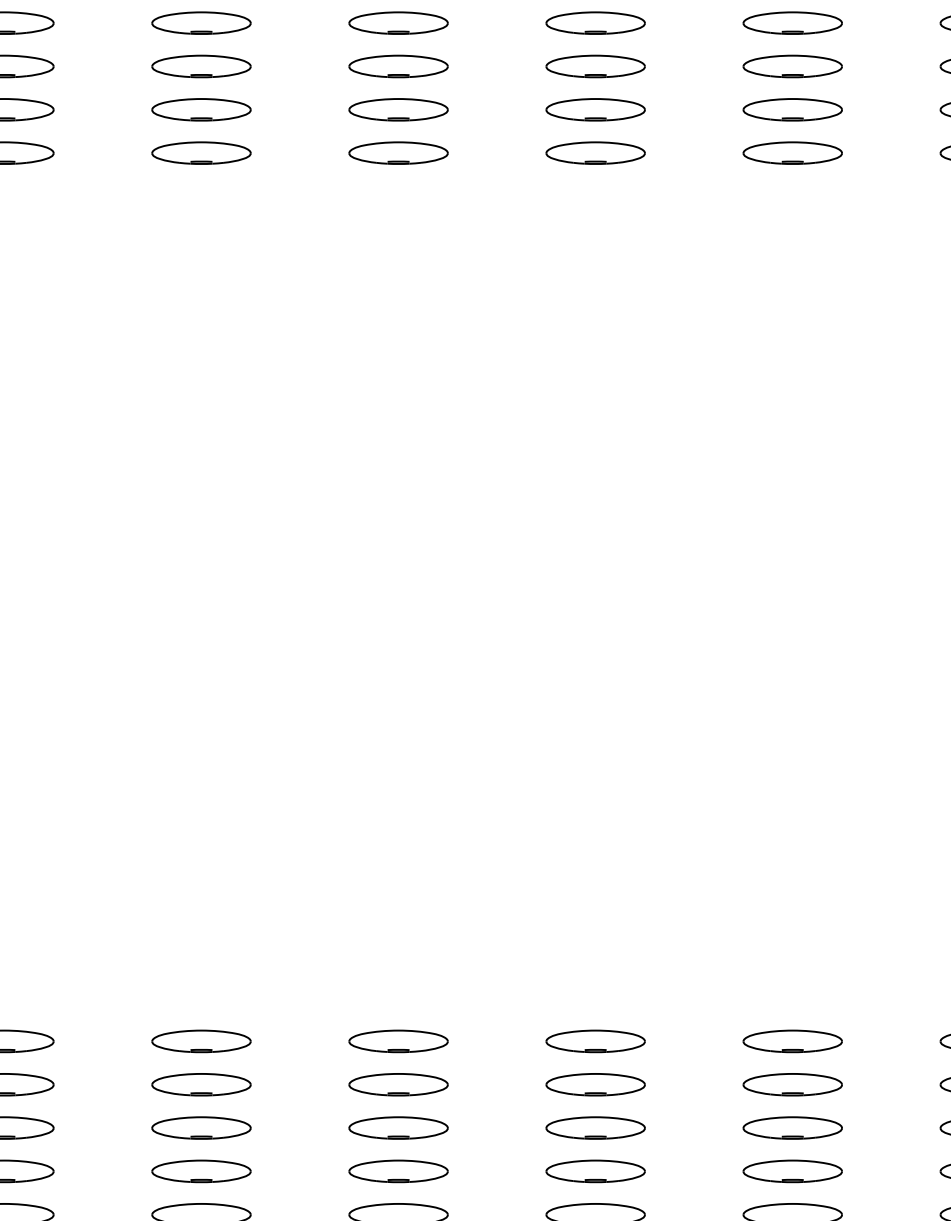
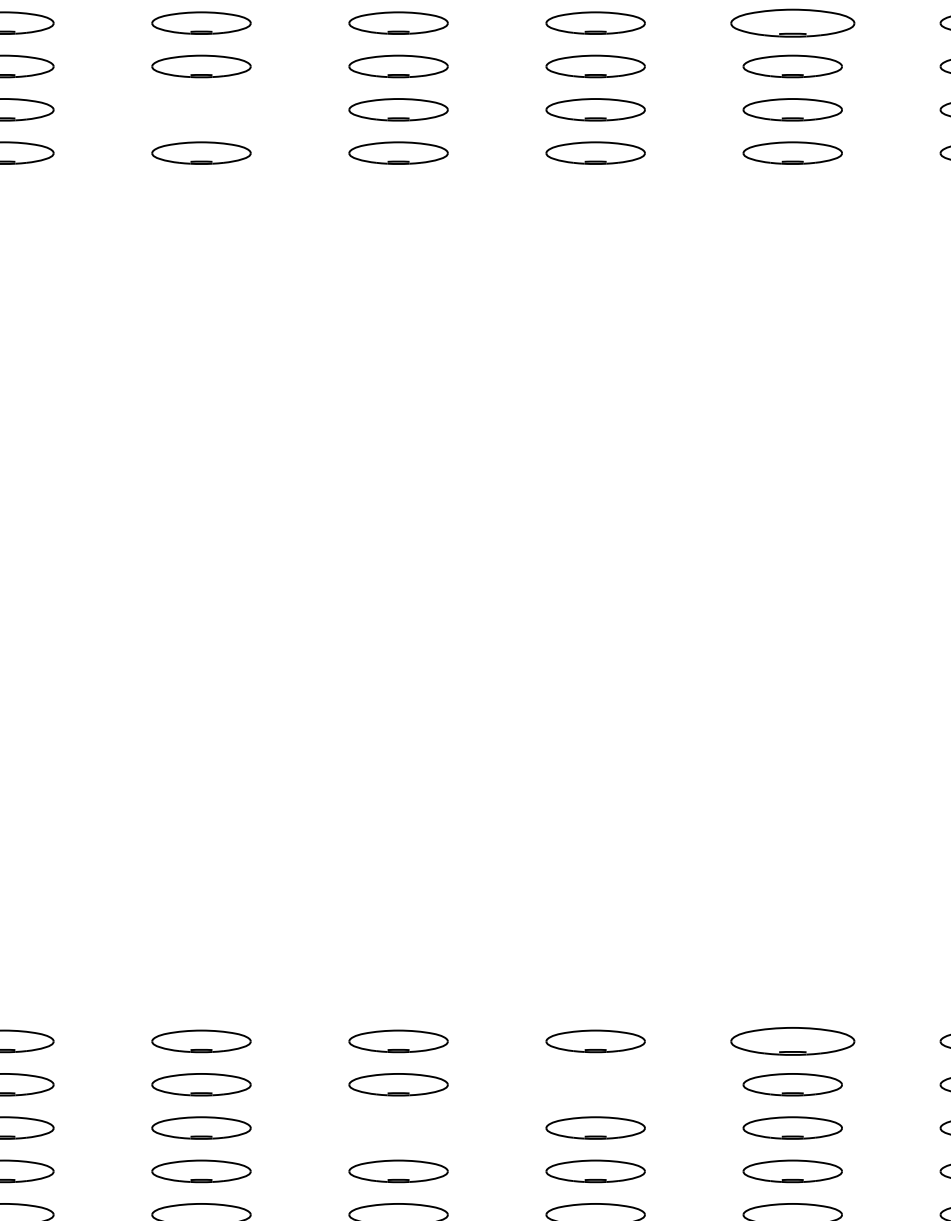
part at (792, 22) size: 101x24 px -> 126x30 px
part at (201, 109): present -> none
part at (792, 1041) size: 101x25 px -> 126x29 px
part at (595, 1084): present -> none
part at (398, 1127): present -> none
